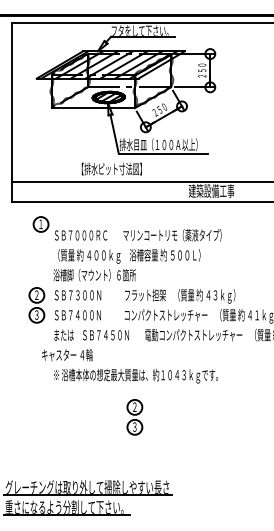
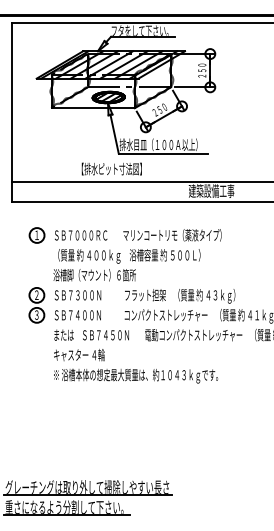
part at (40, 224) position: (40, 224) -> (36, 235)
text at (67, 355) position: (67, 355) -> (79, 355)
part at (134, 417): present -> none
